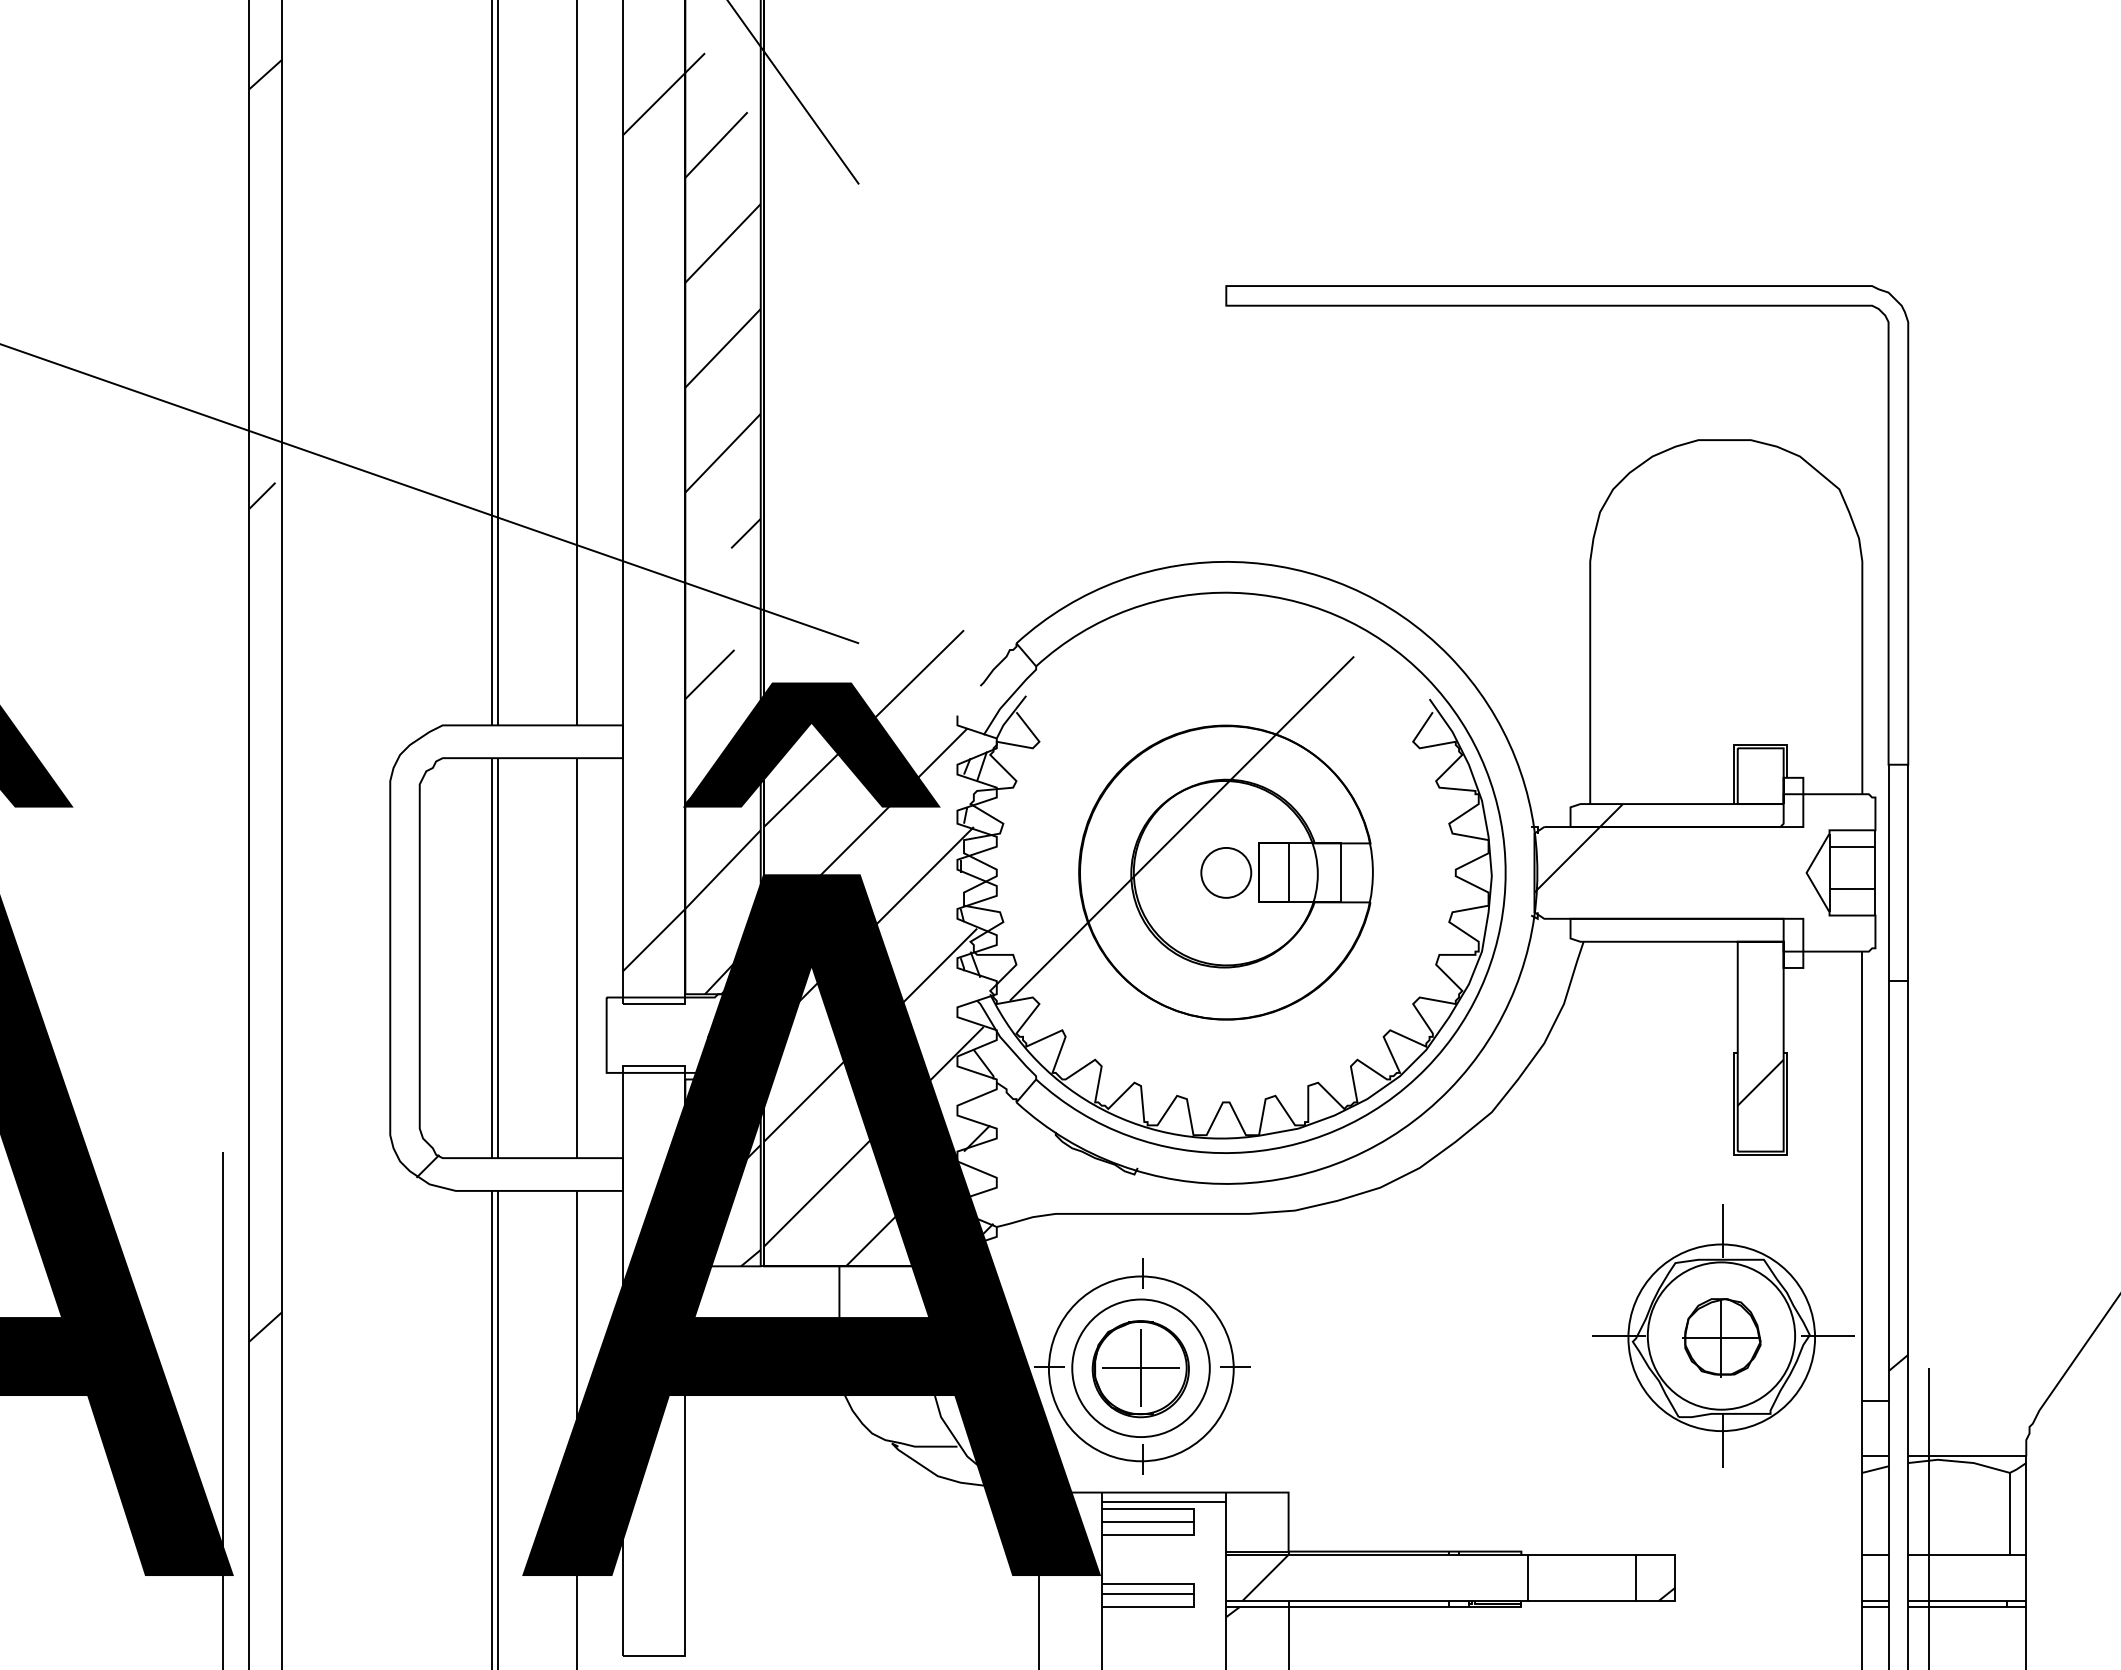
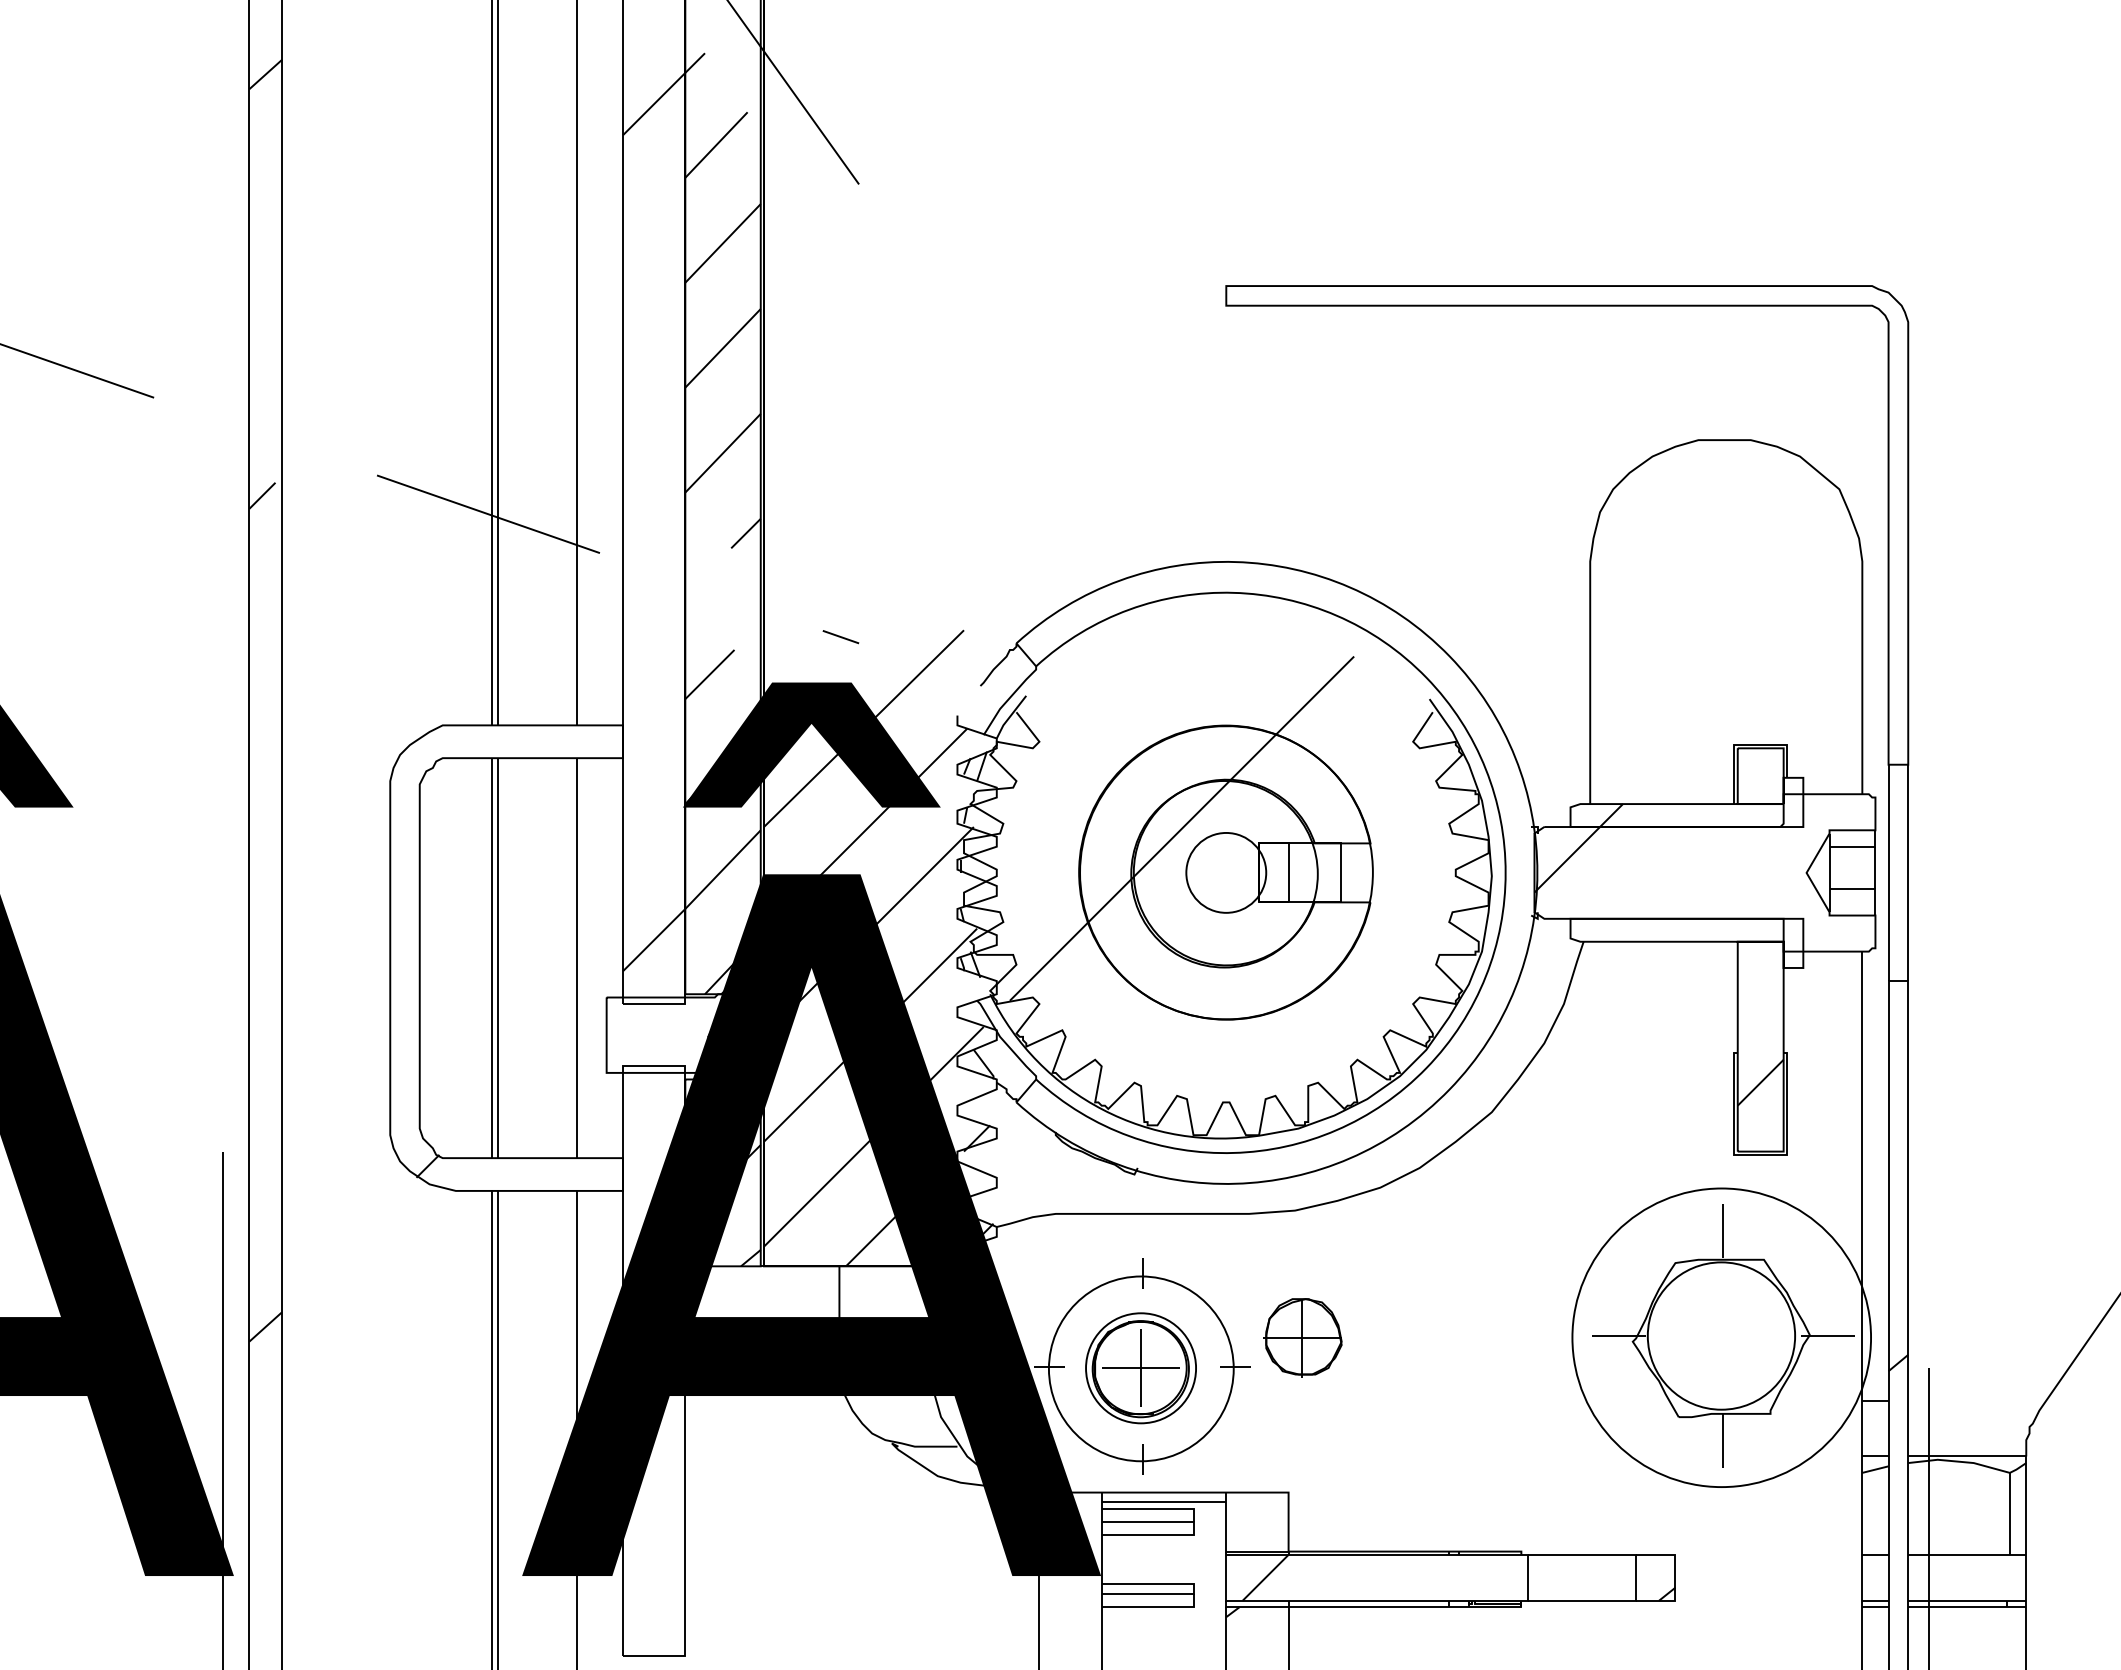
line at (430, 494): solid -> dashed
circle at (1226, 872) diameter: 50 px -> 80 px
circle at (1721, 1337) diameter: 187 px -> 299 px
part at (1721, 1337) position: (1721, 1337) -> (1302, 1337)
circle at (1140, 1368) diameter: 138 px -> 110 px
